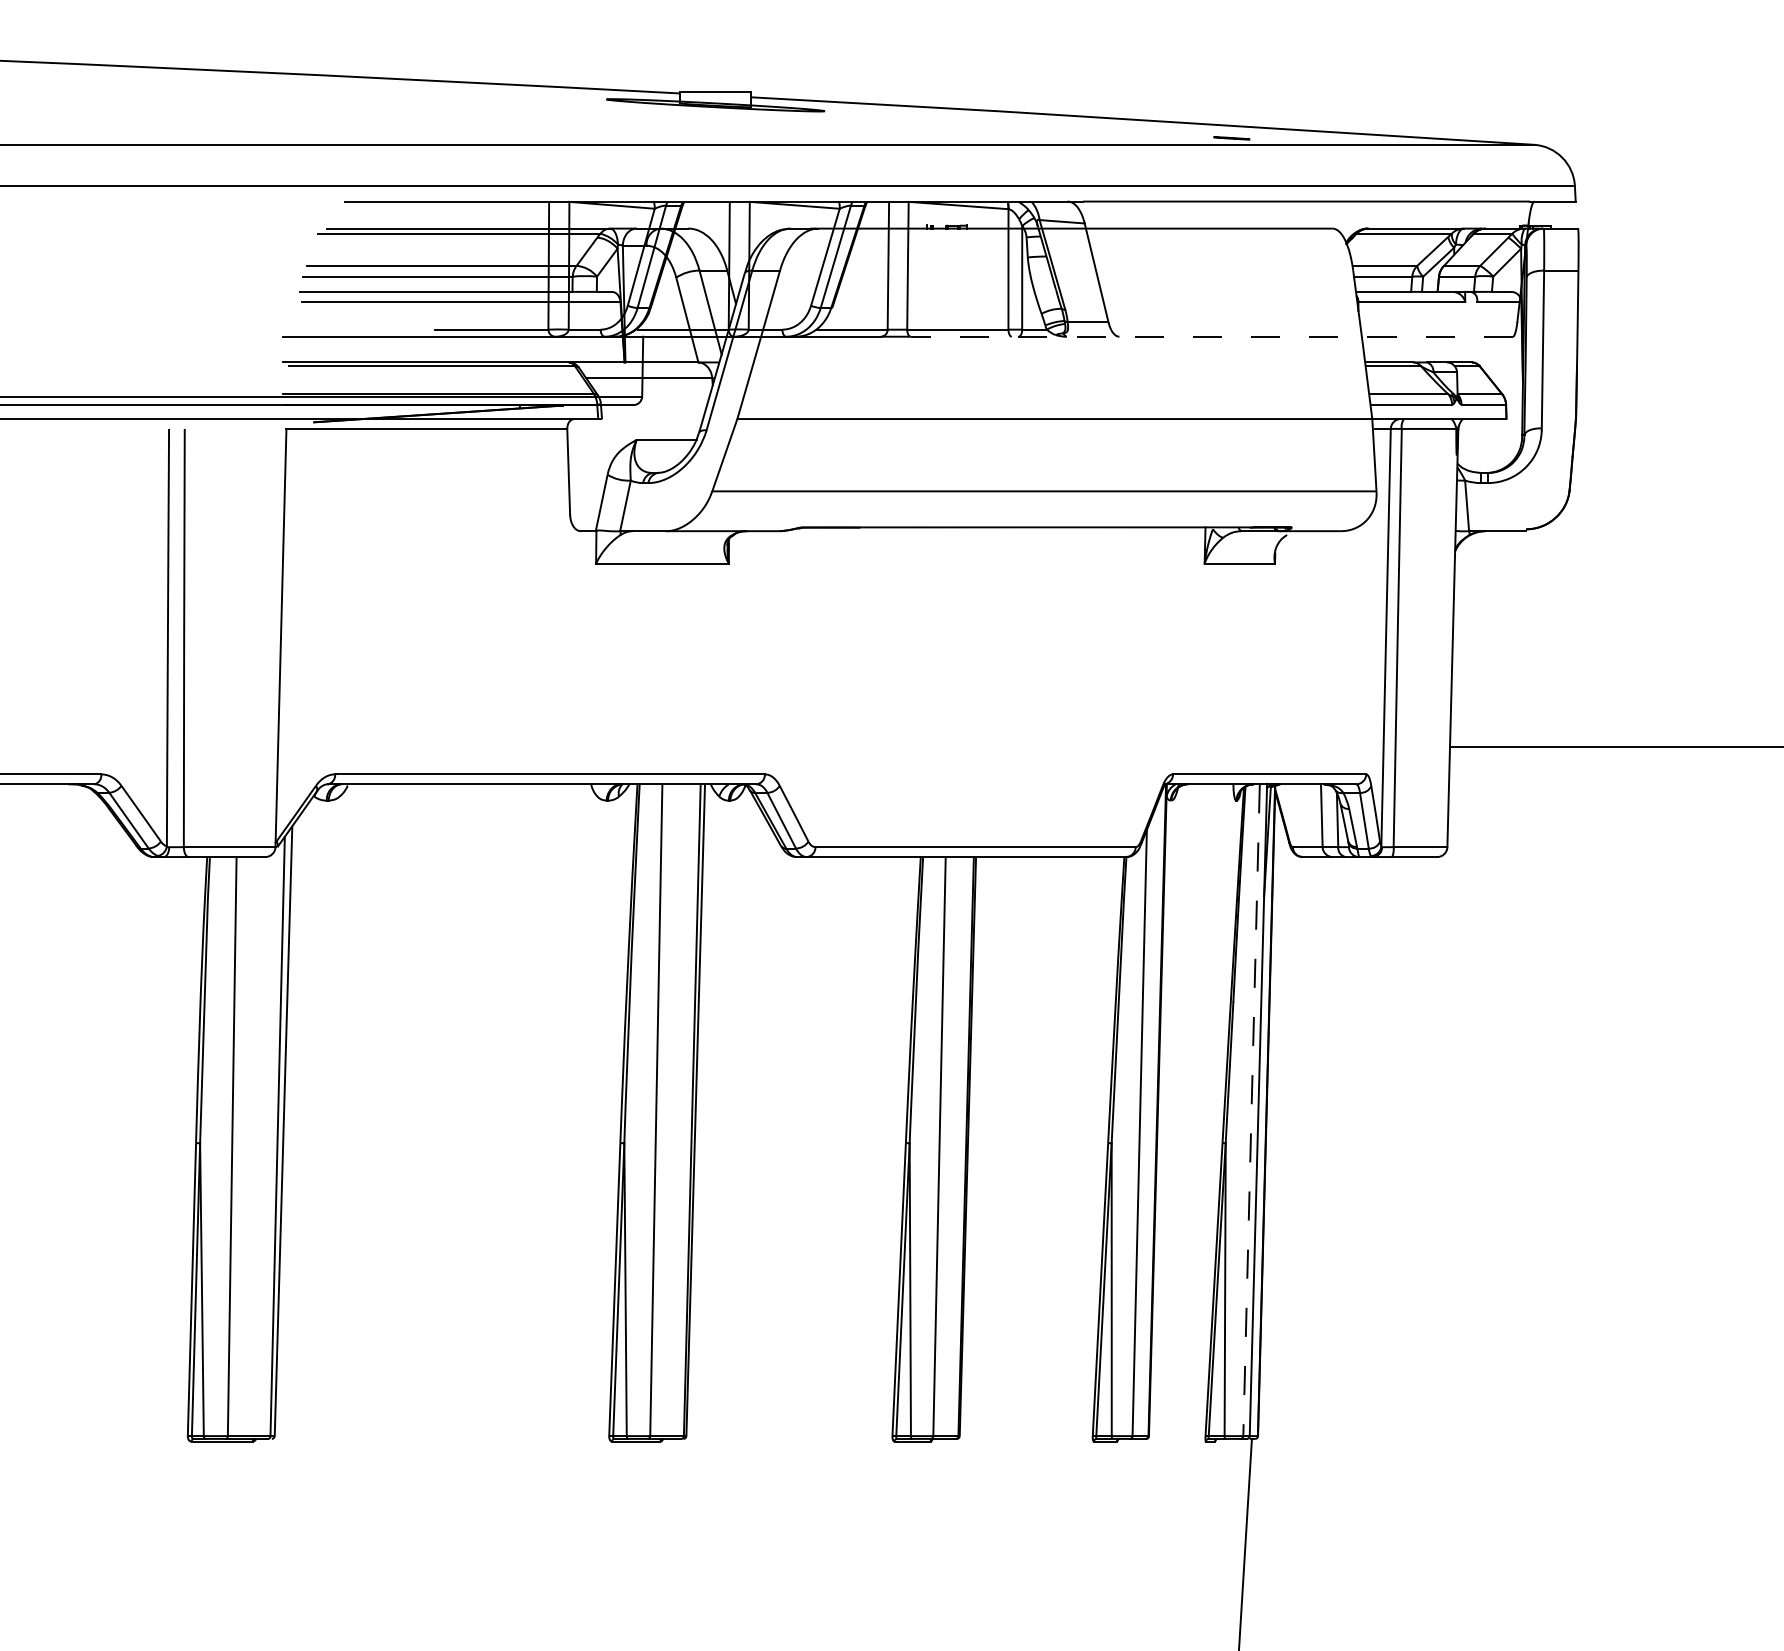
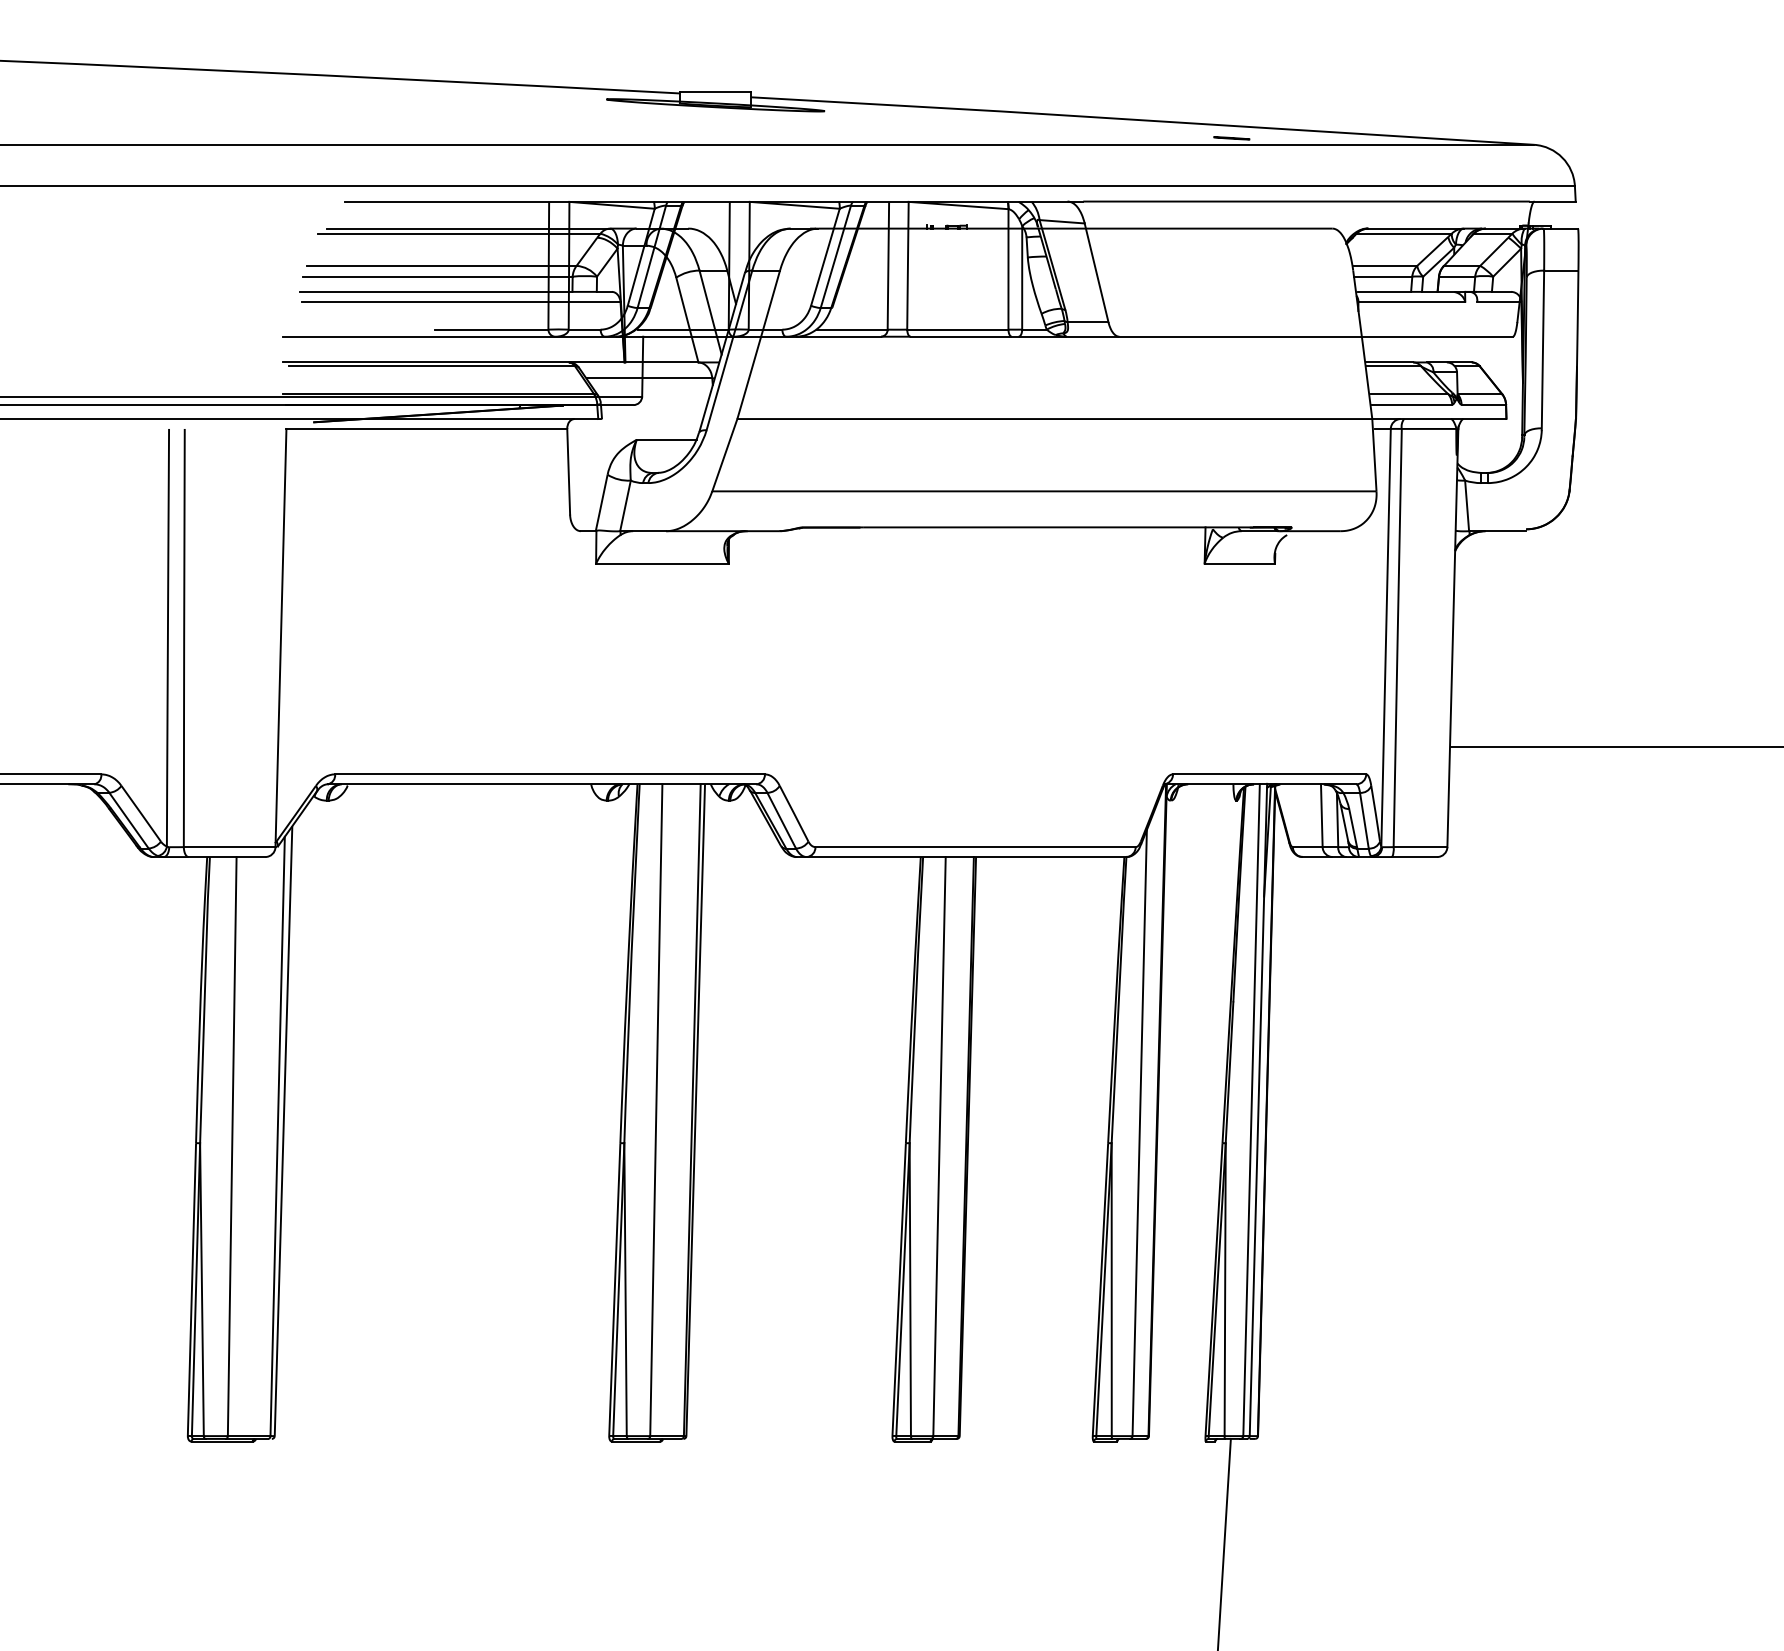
line at (1211, 336): dashed -> solid
line at (1251, 1110): dashed -> solid
line at (1245, 1543) position: (1245, 1543) -> (1224, 1542)
